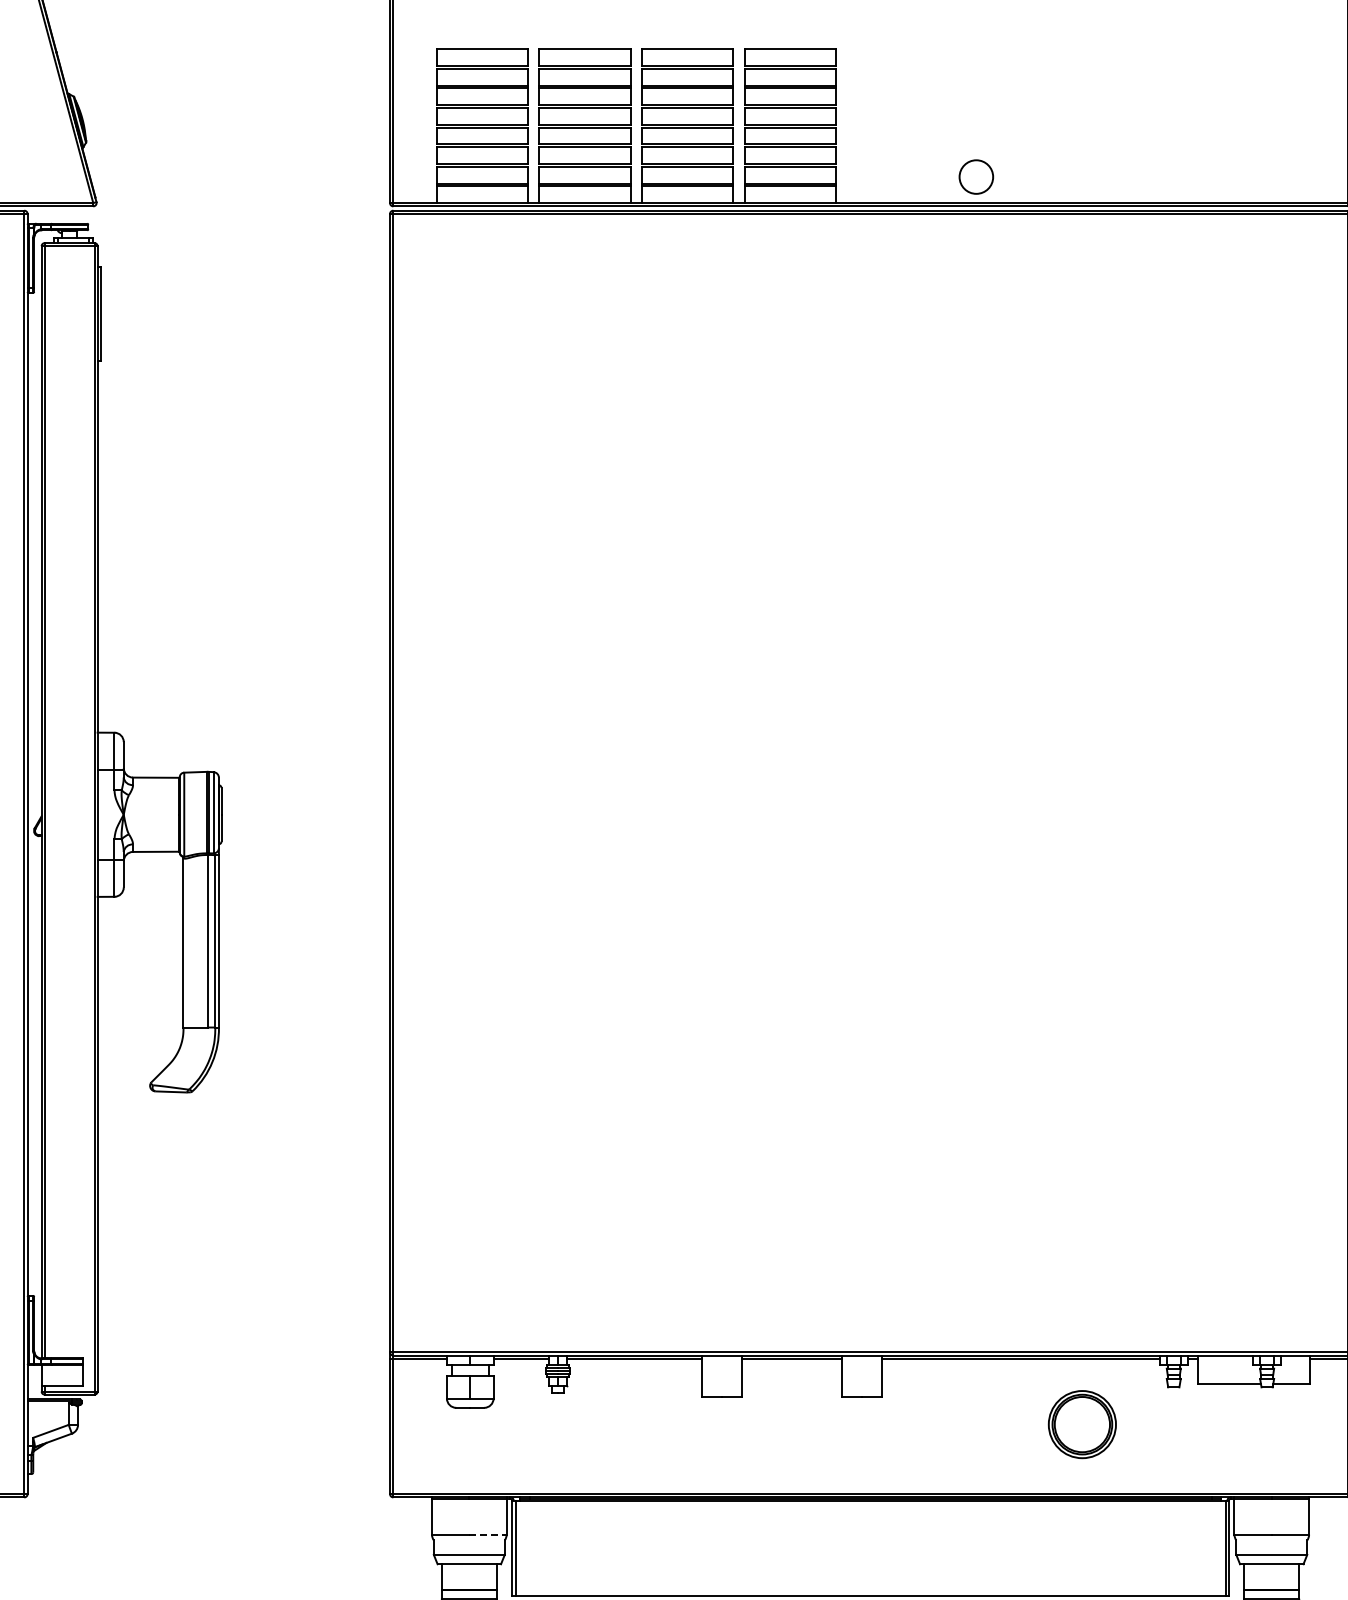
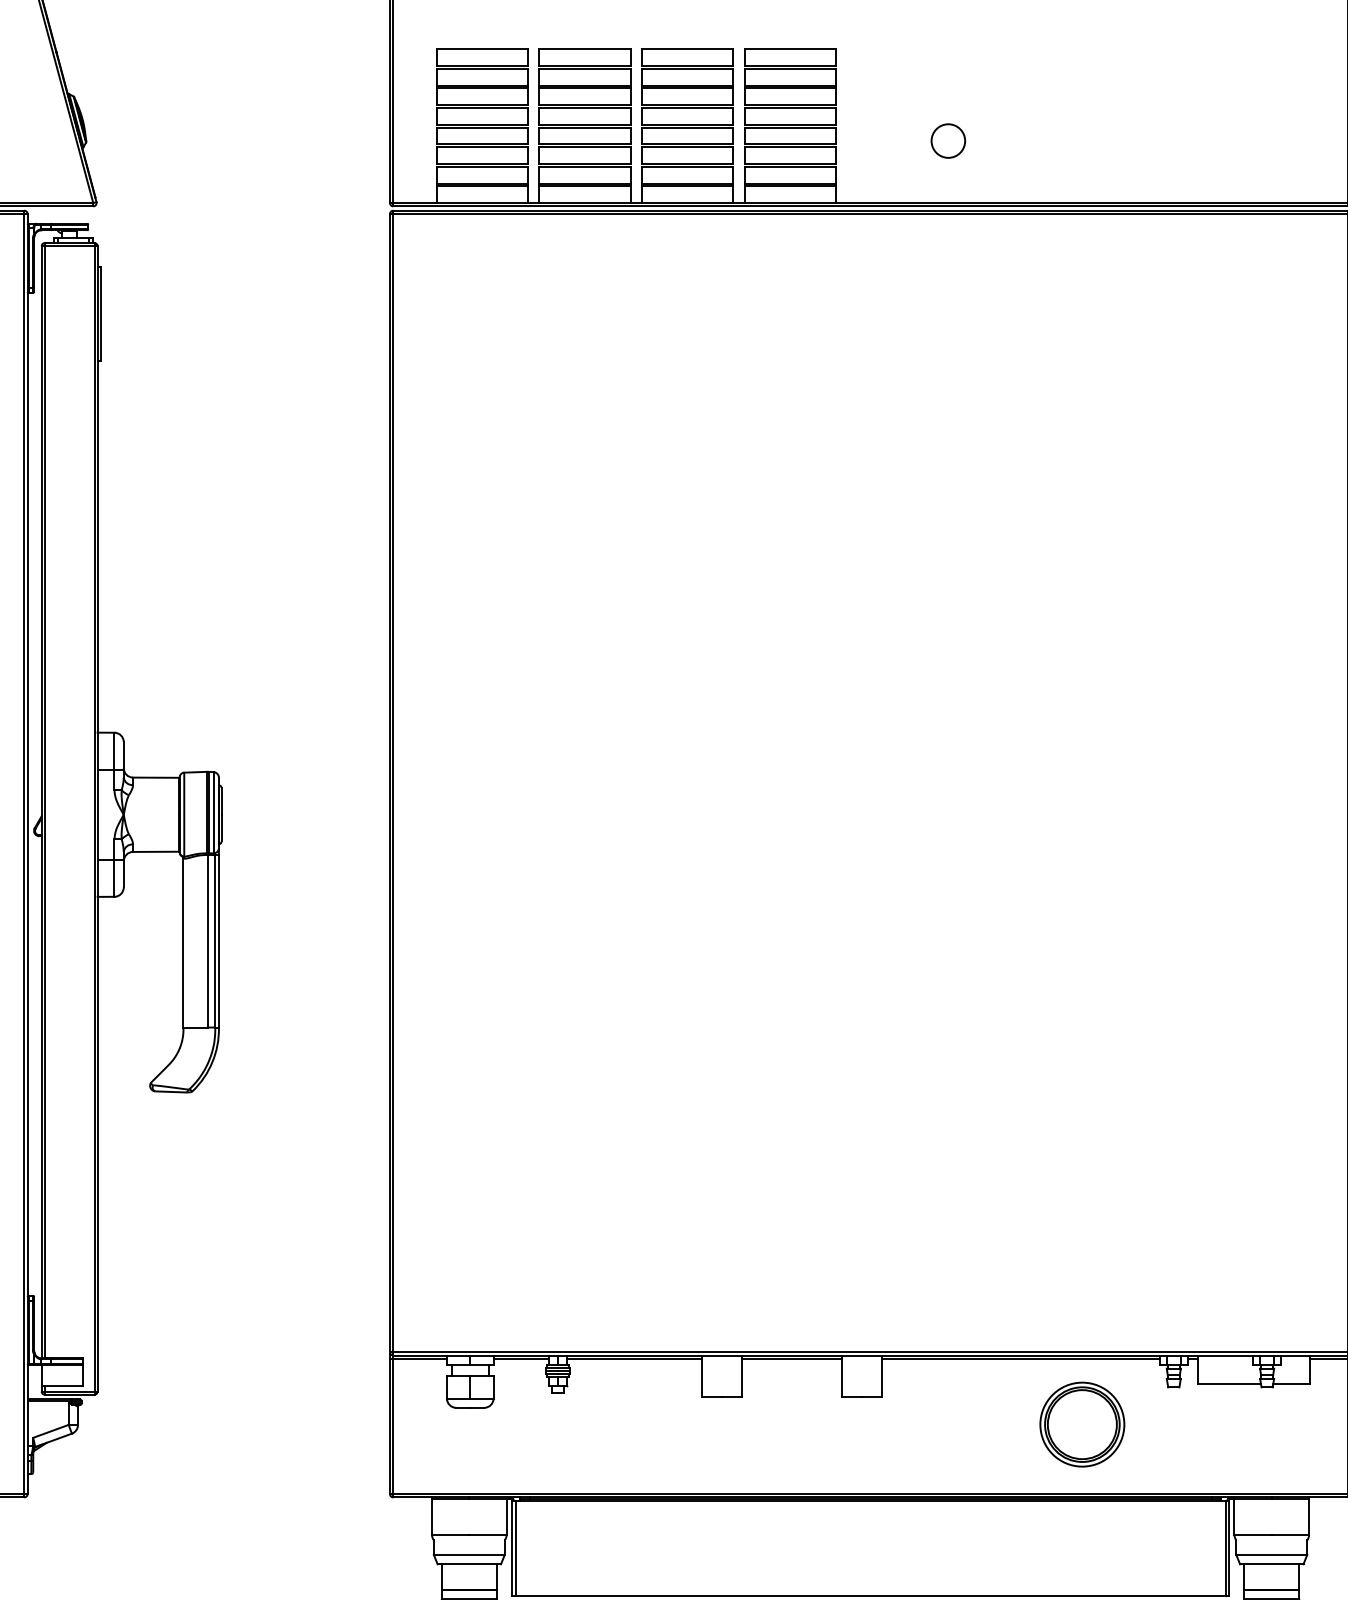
circle at (976, 176) position: (976, 176) -> (948, 140)
part at (1081, 1424) size: 70x70 px -> 87x87 px
line at (487, 1534): dashed -> solid
